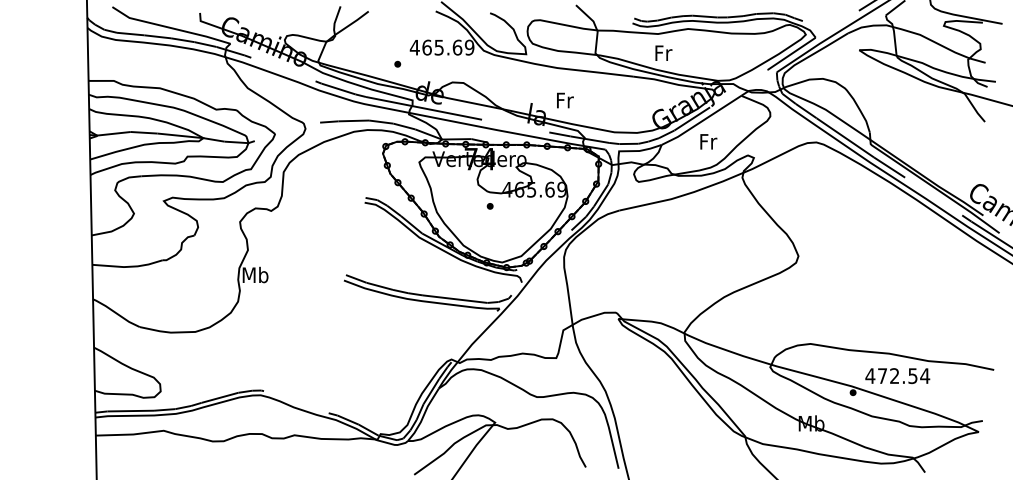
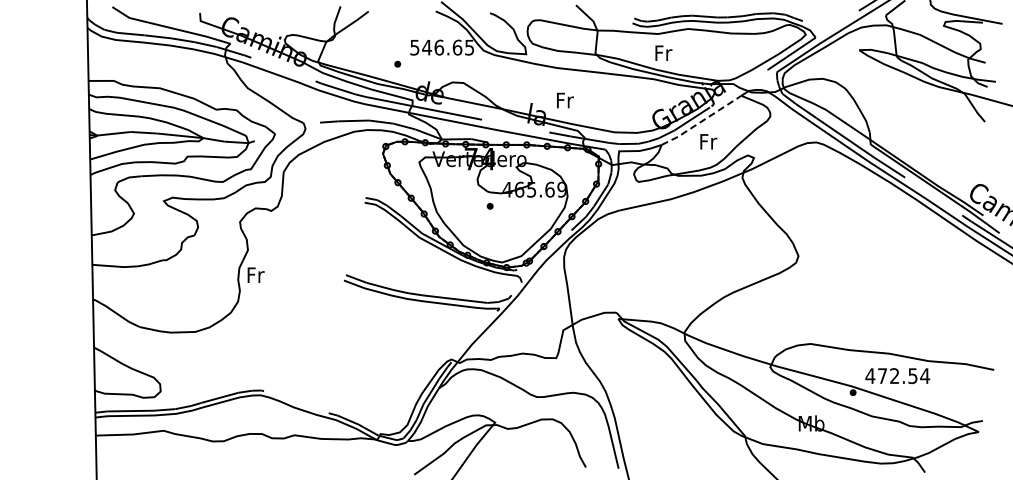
text at (441, 47): 465.69 -> 546.65
line at (701, 121): solid -> dashed
text at (255, 274): Mb -> Fr
